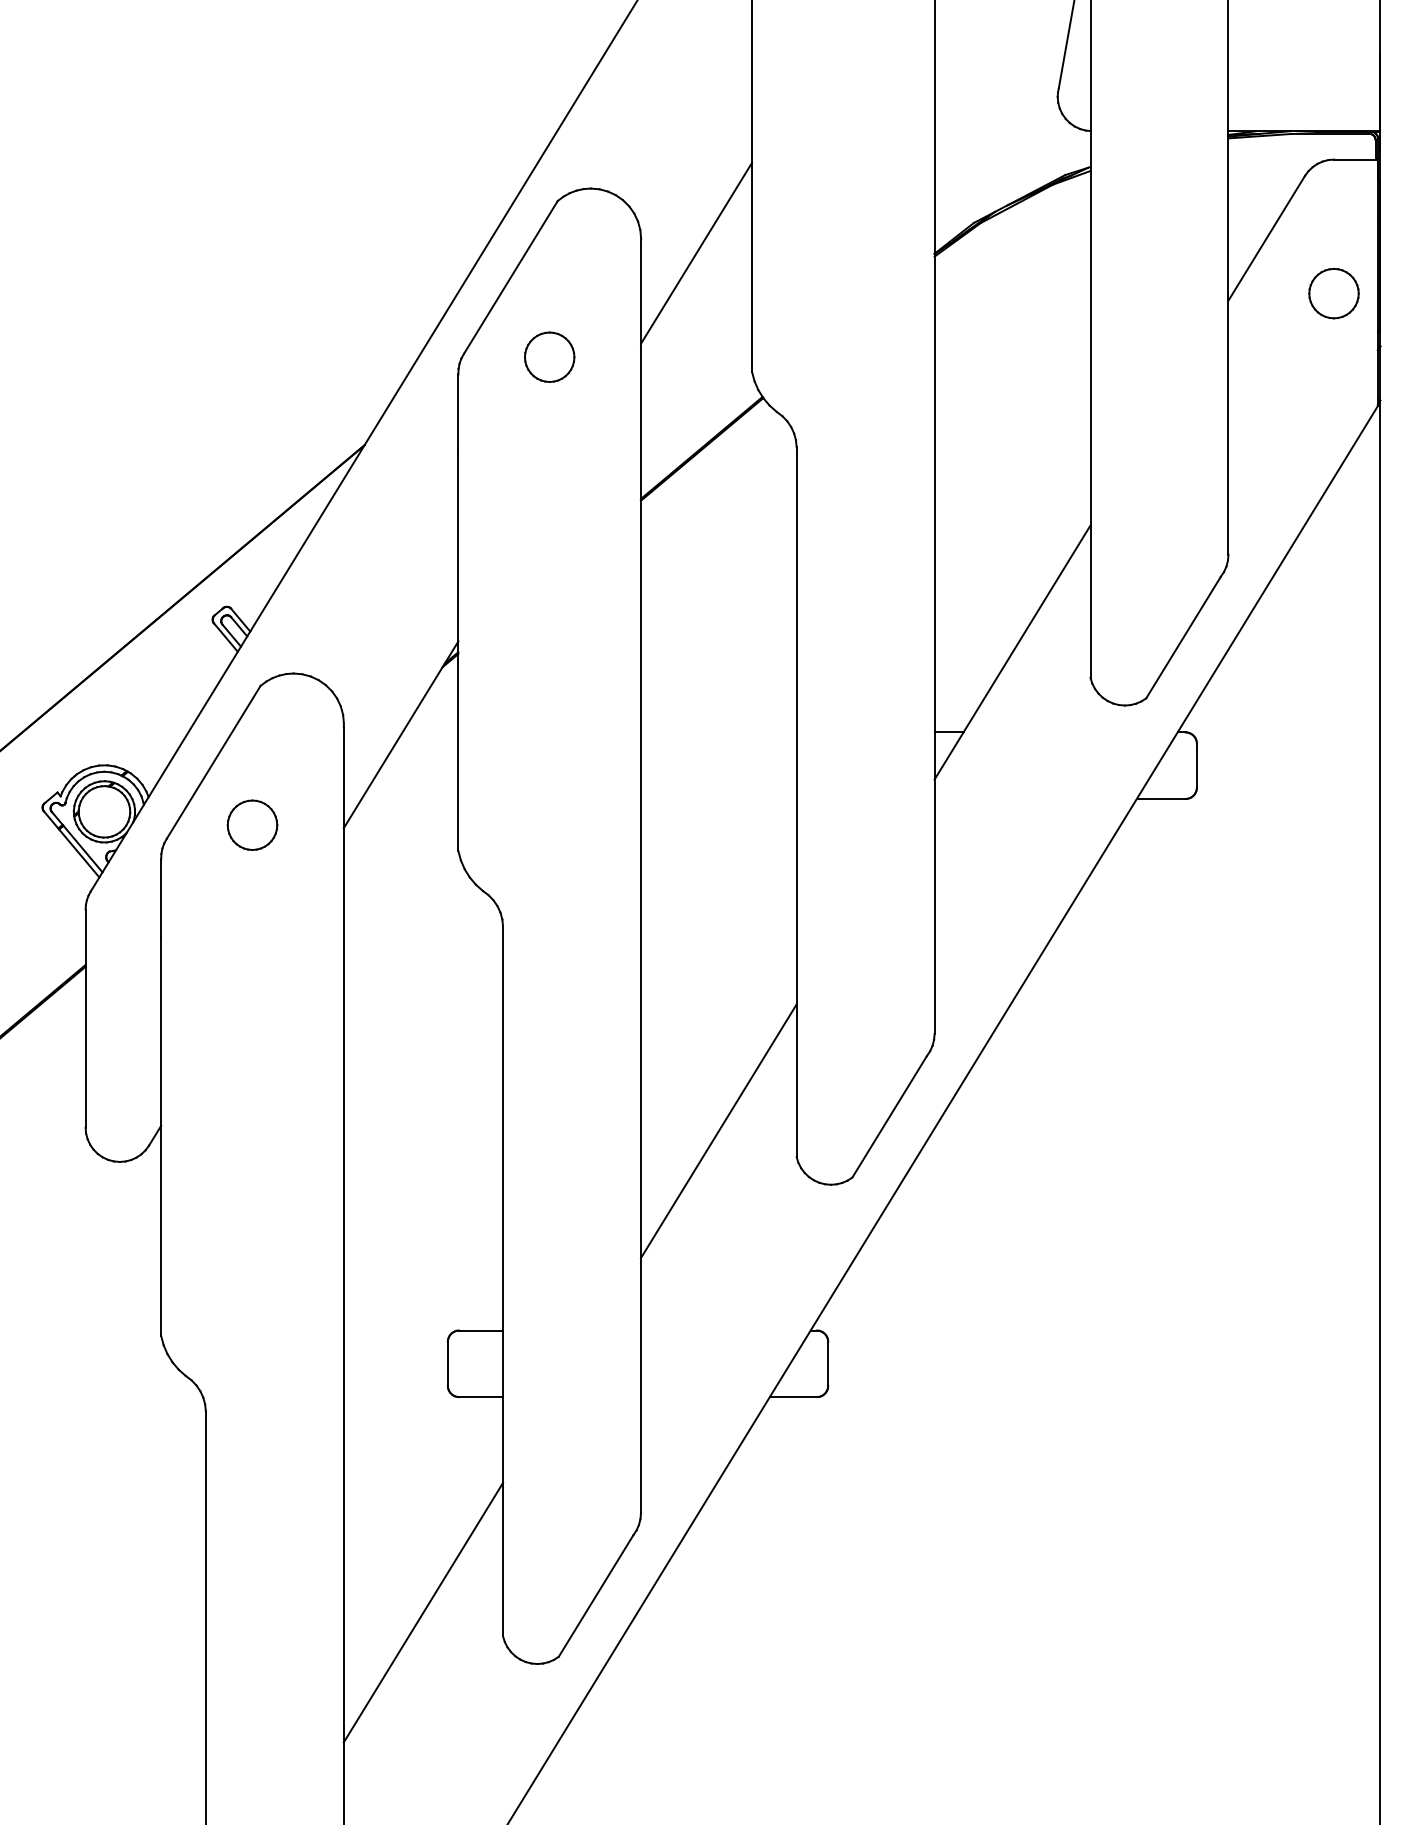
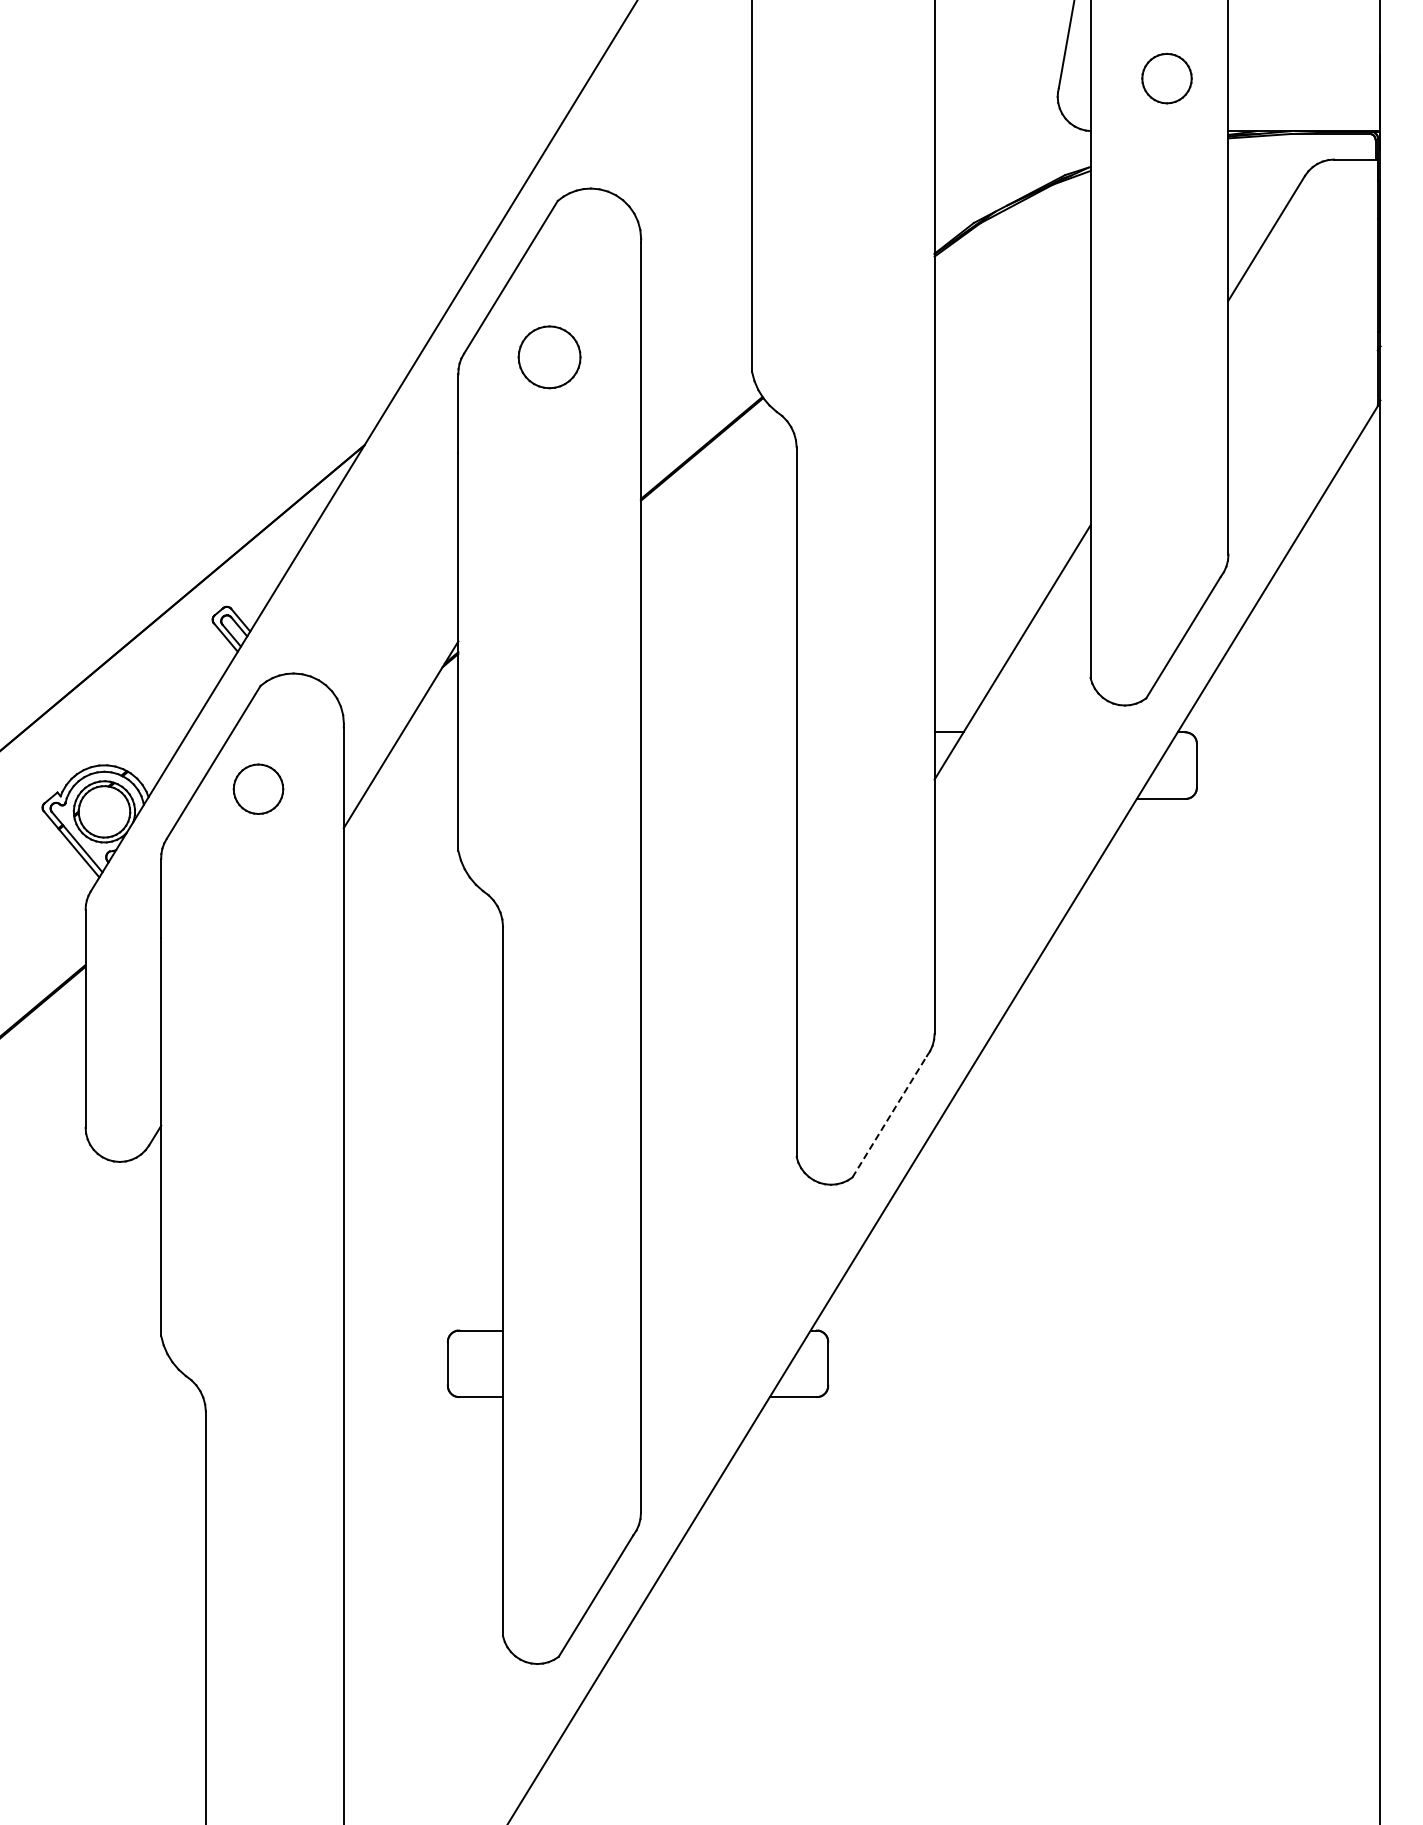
line at (696, 252): present -> none
part at (1333, 293) position: (1333, 293) -> (1166, 78)
part at (549, 356) size: 52x52 px -> 65x65 px
part at (252, 824) position: (252, 824) -> (258, 788)
line at (889, 1116): solid -> dashed
line at (718, 1131): present -> none
line at (423, 1612): present -> none
